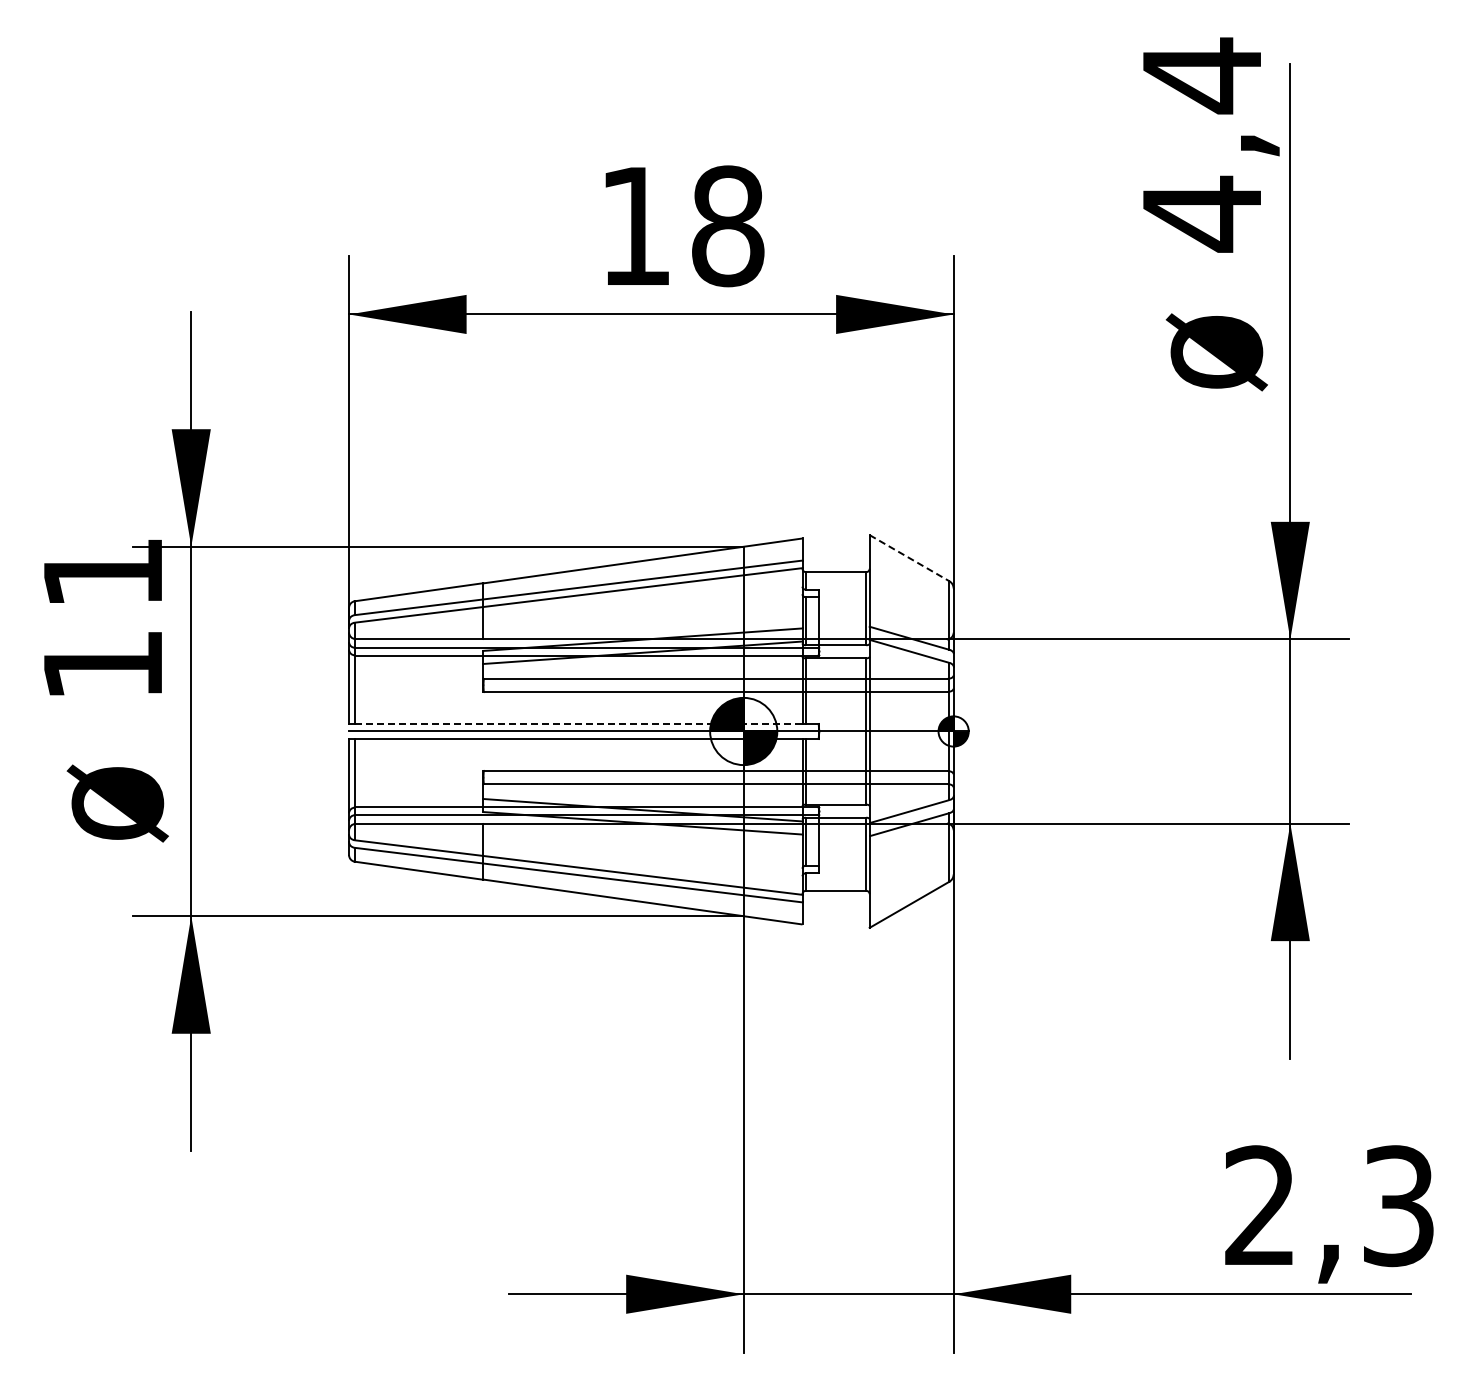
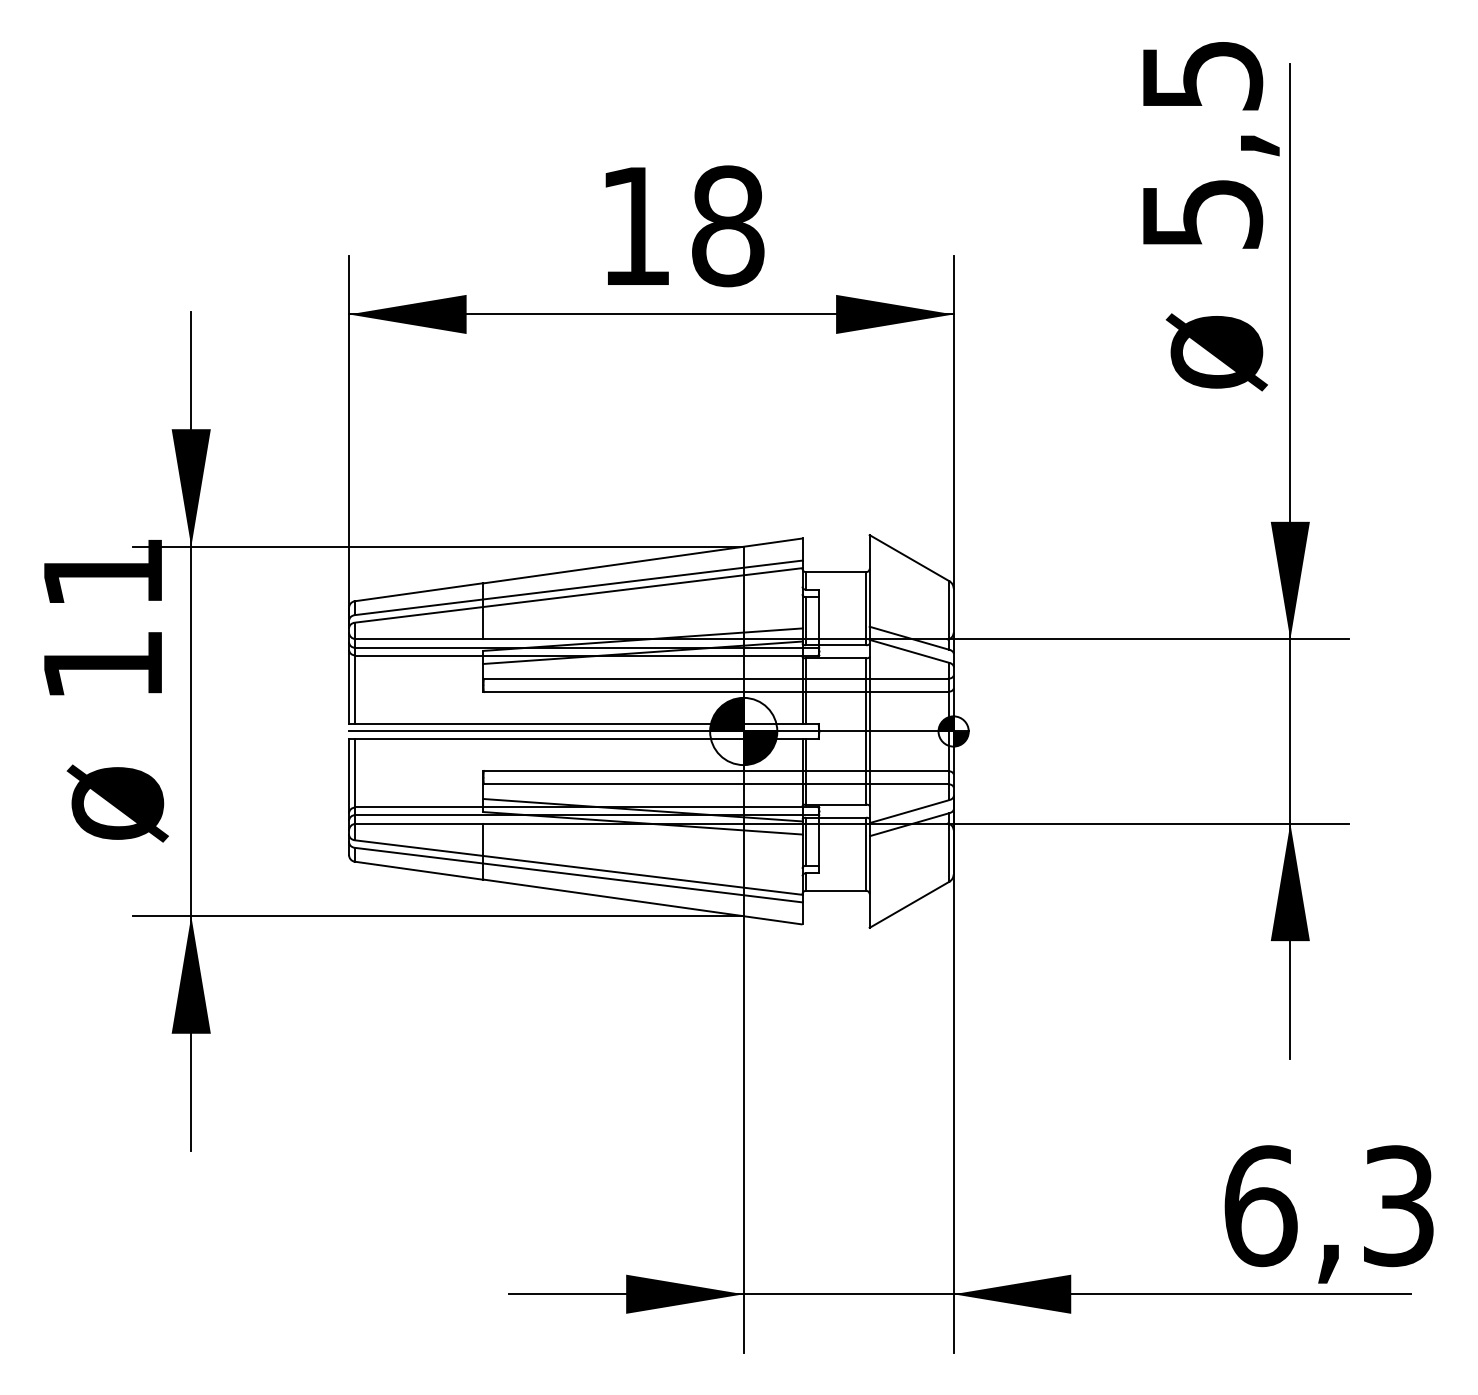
text at (1203, 144): 4,4 -> 5,5
line at (909, 558): dashed -> solid
line at (578, 723): dashed -> solid
text at (1260, 1206): 2,3 -> 6,3
